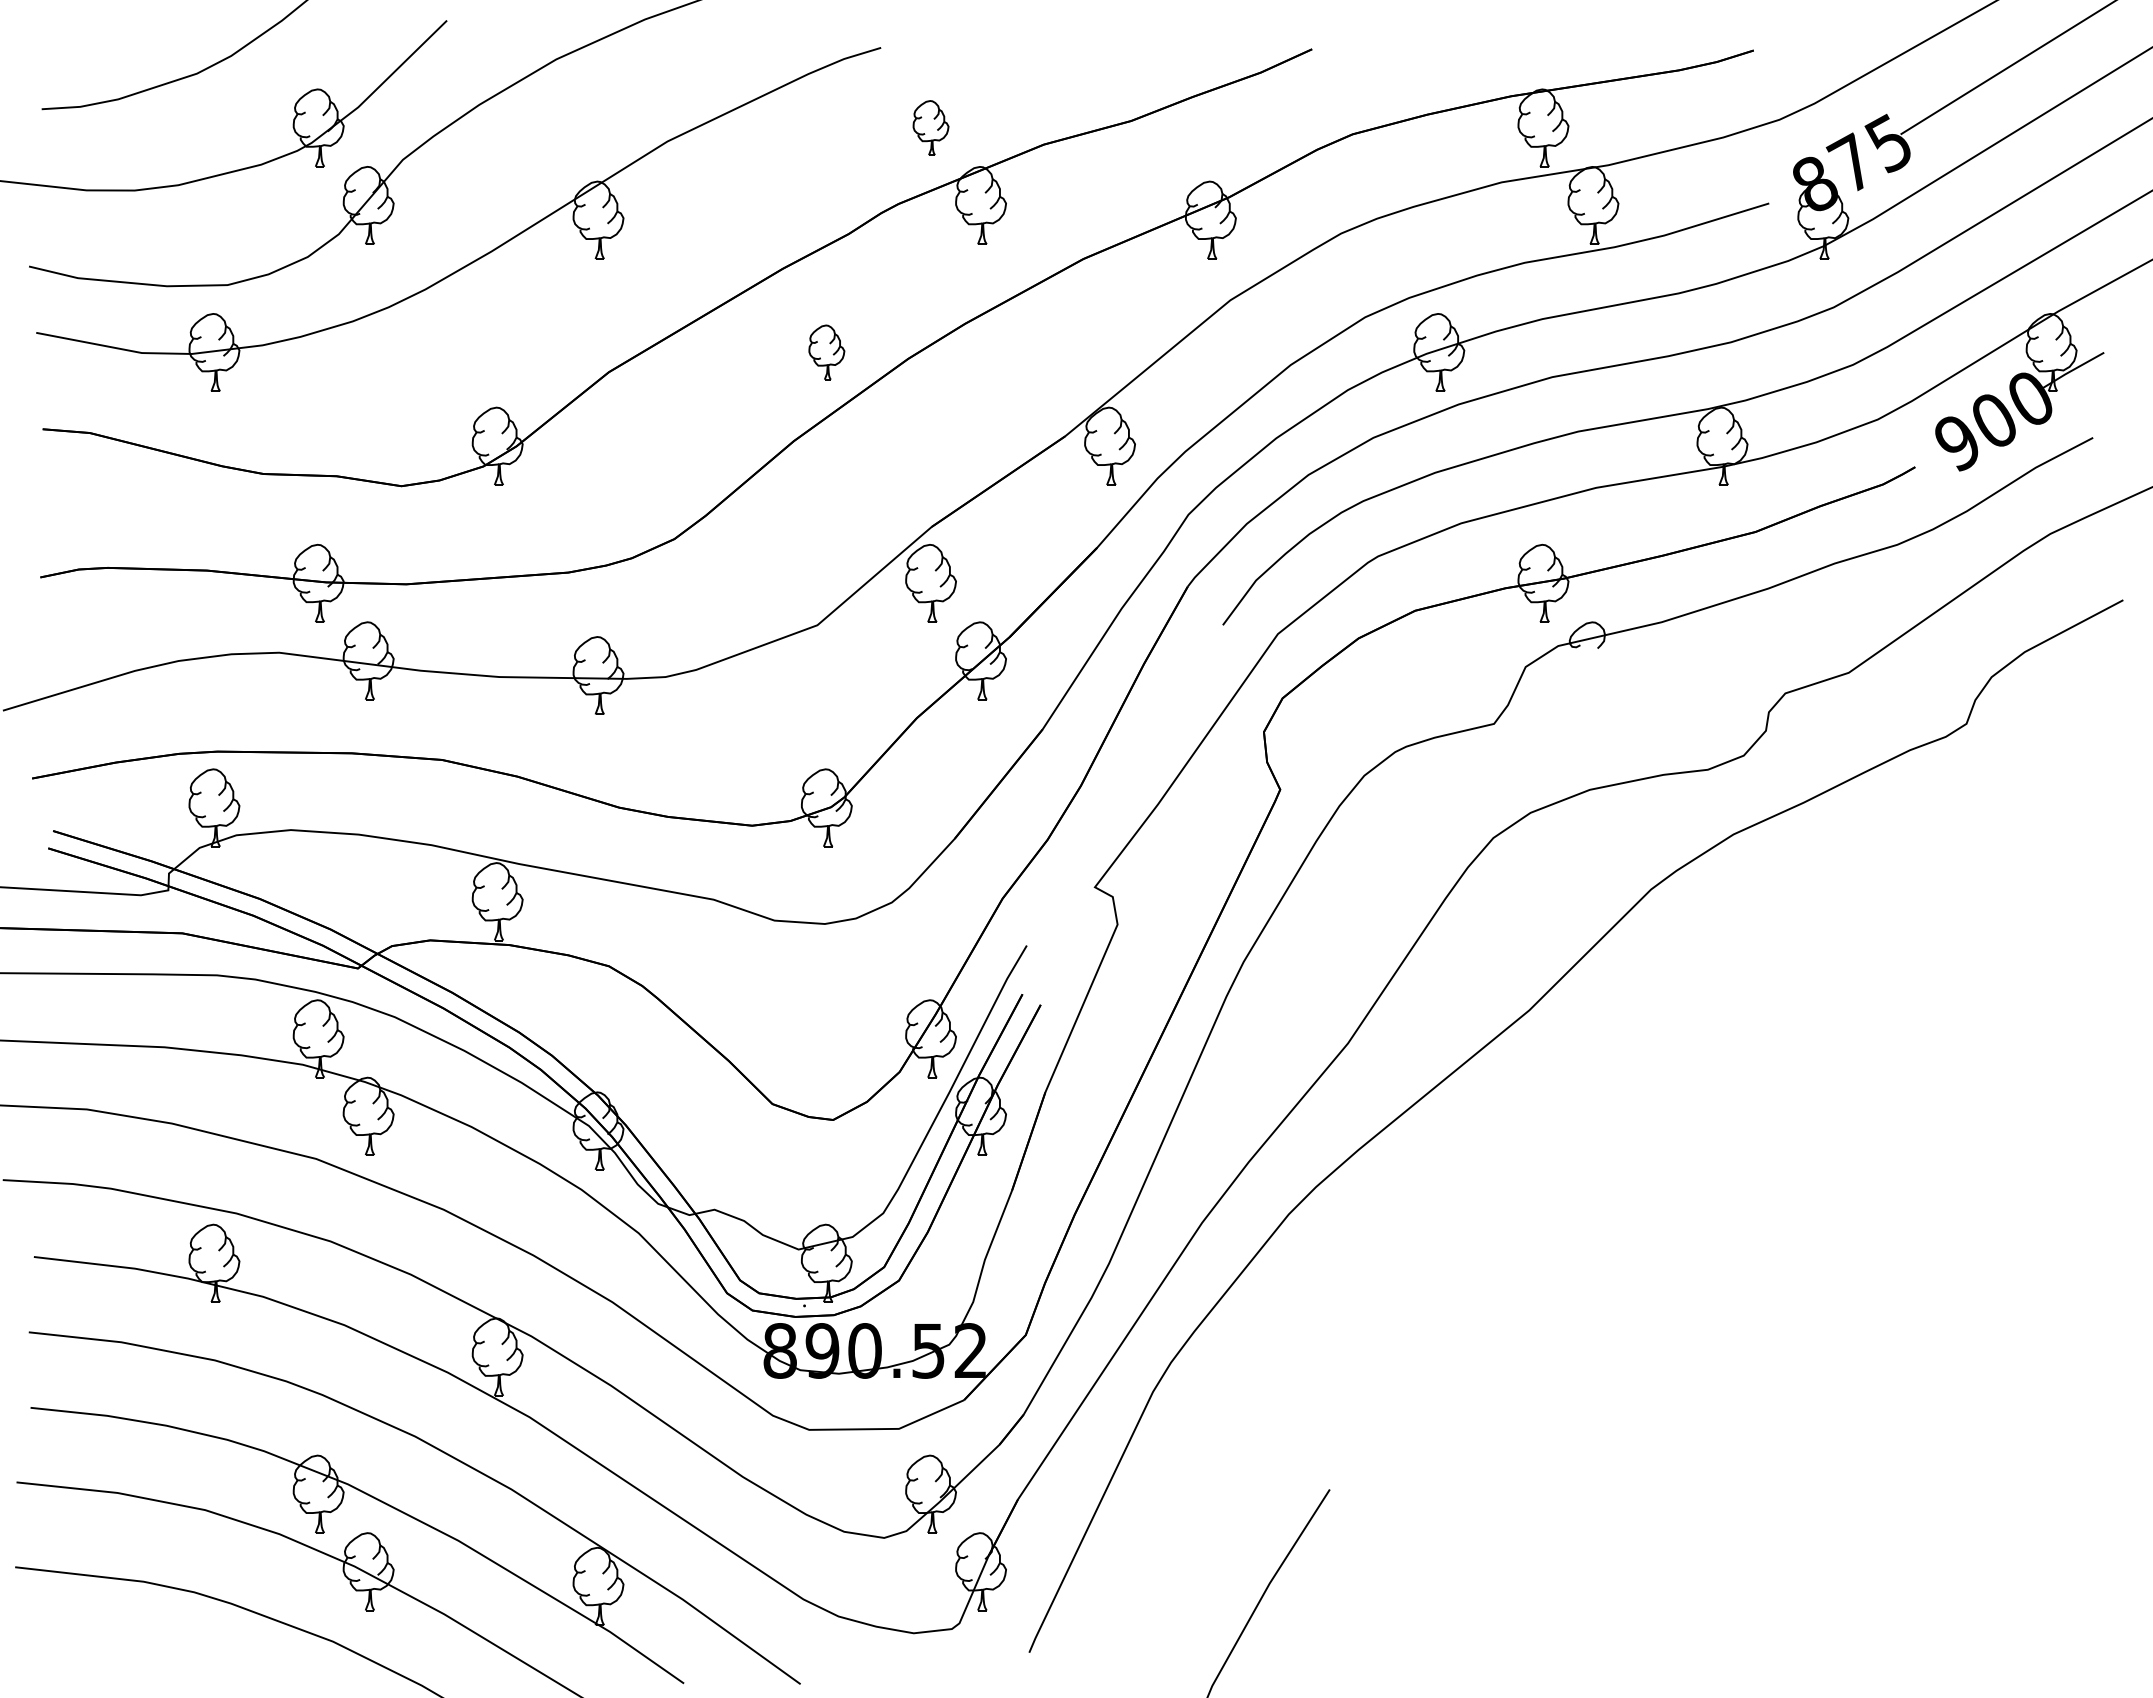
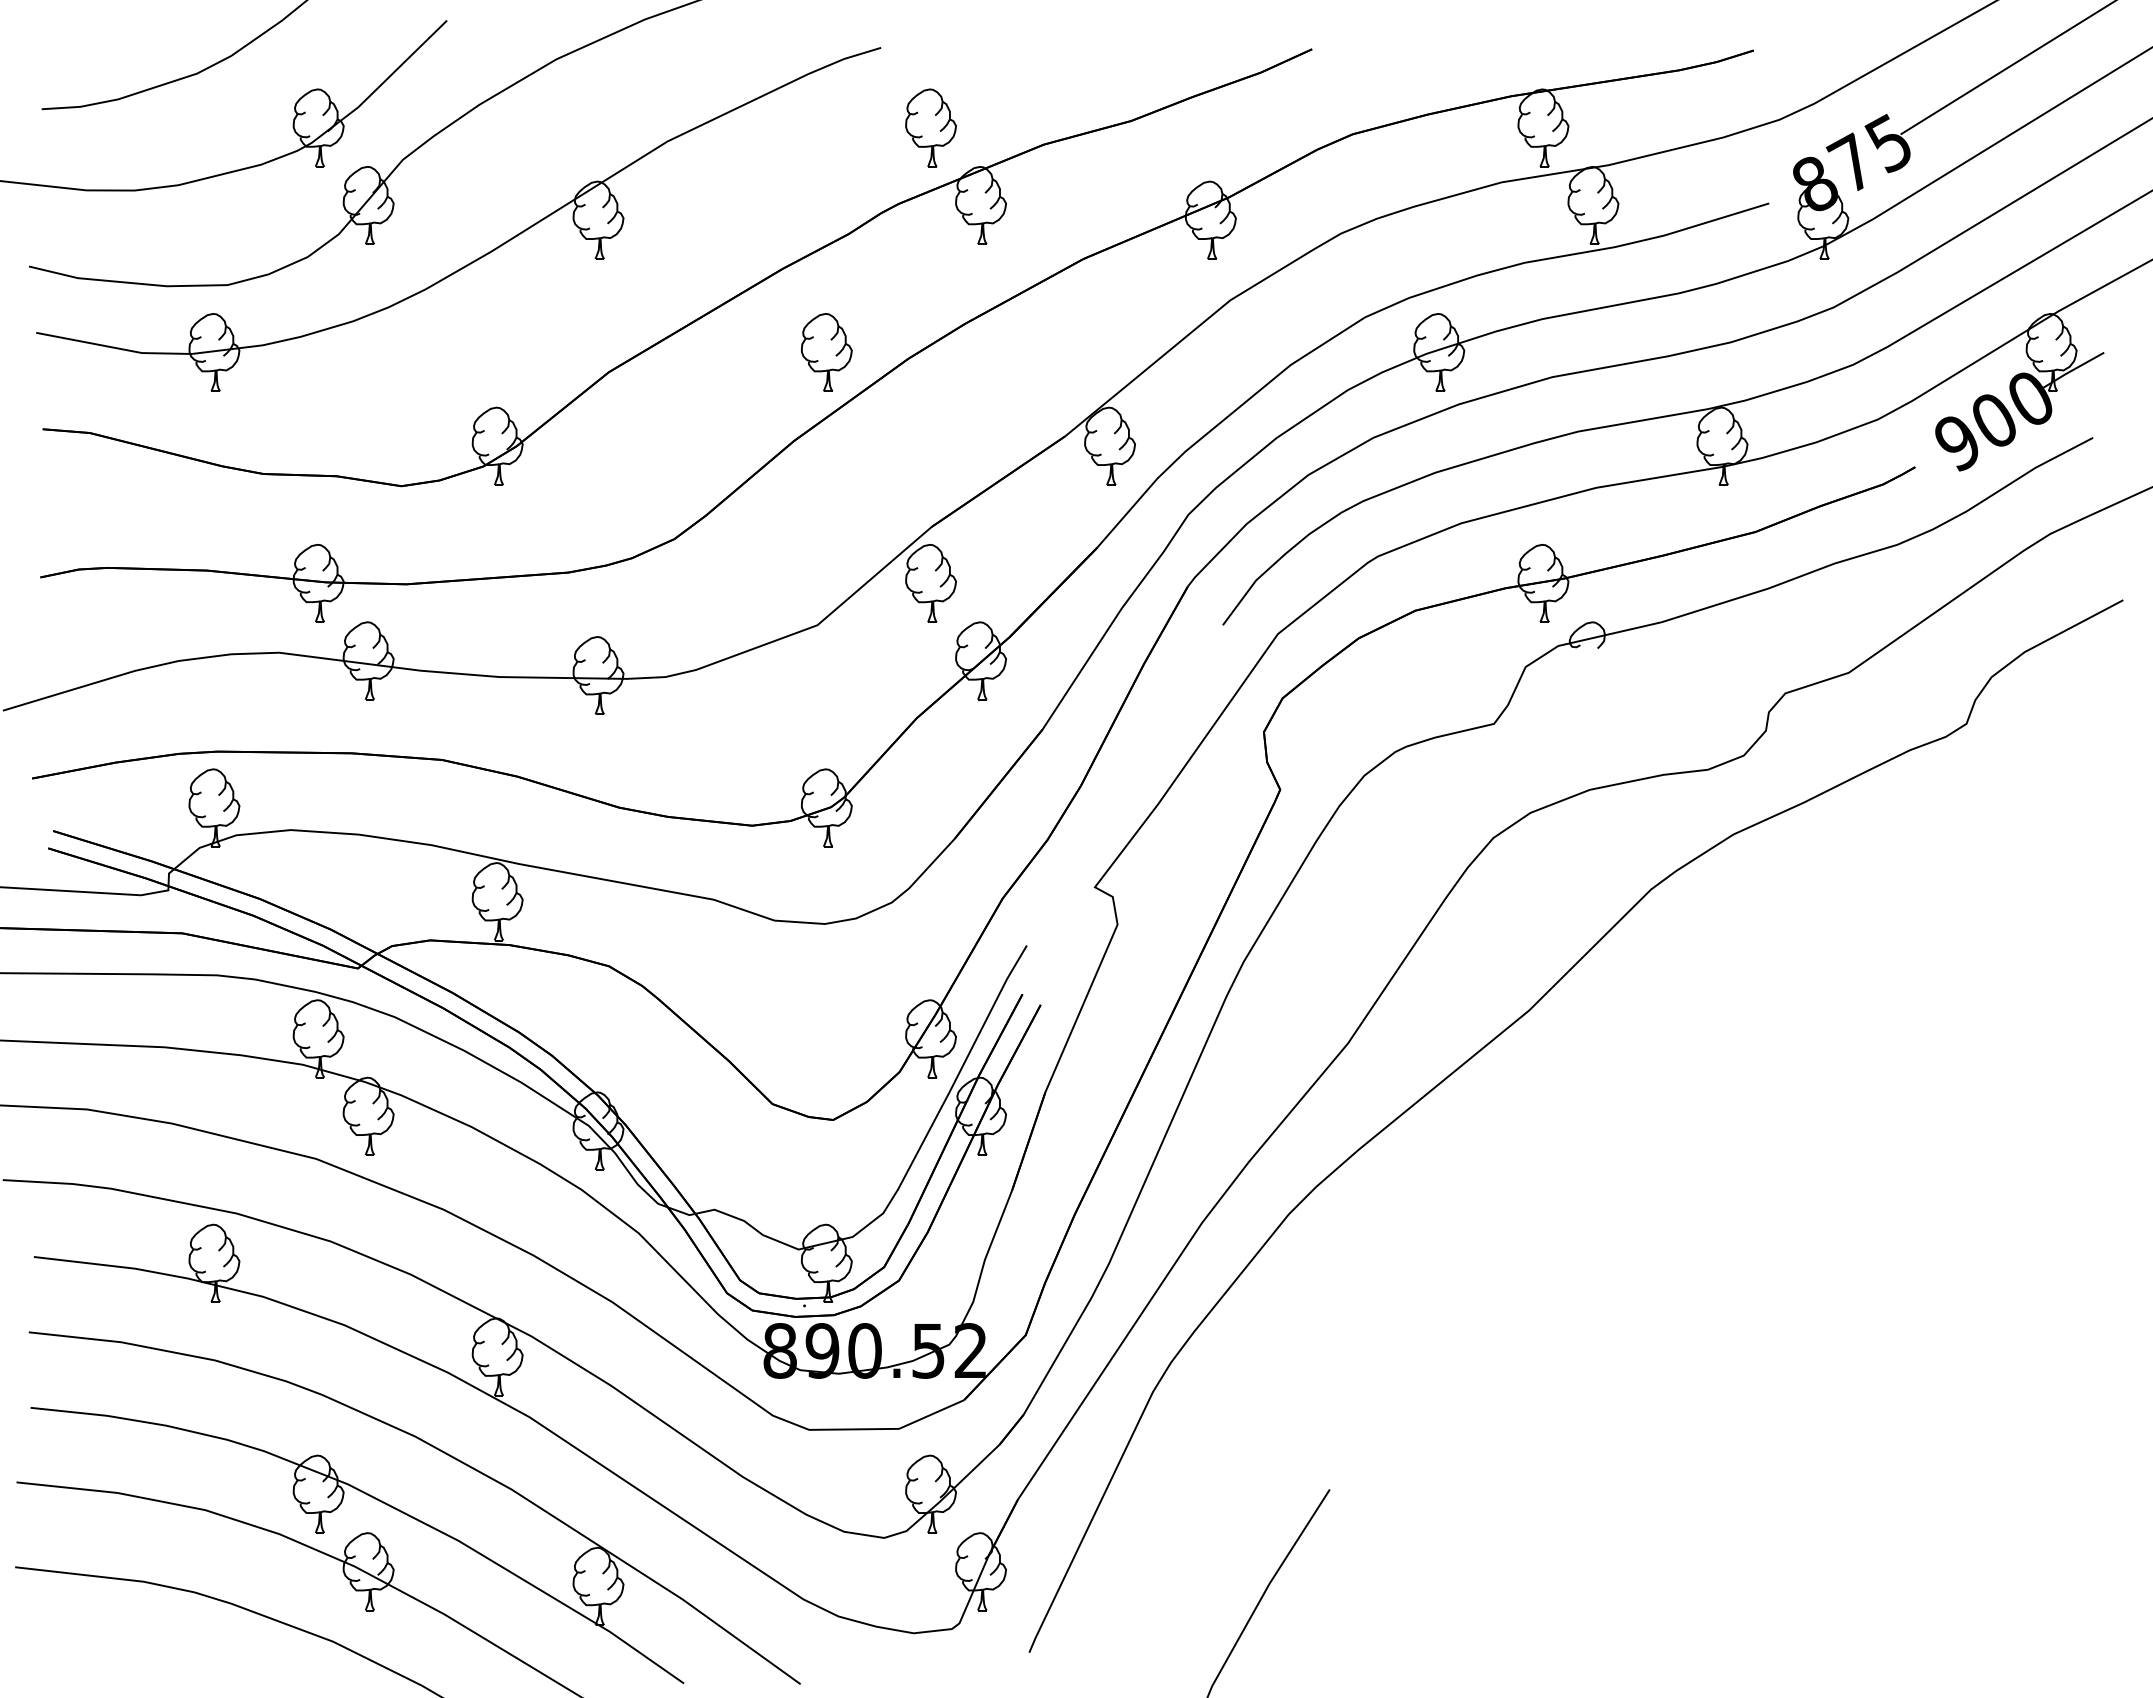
part at (930, 127) size: 38x56 px -> 52x80 px
part at (826, 352) size: 38x57 px -> 52x79 px
